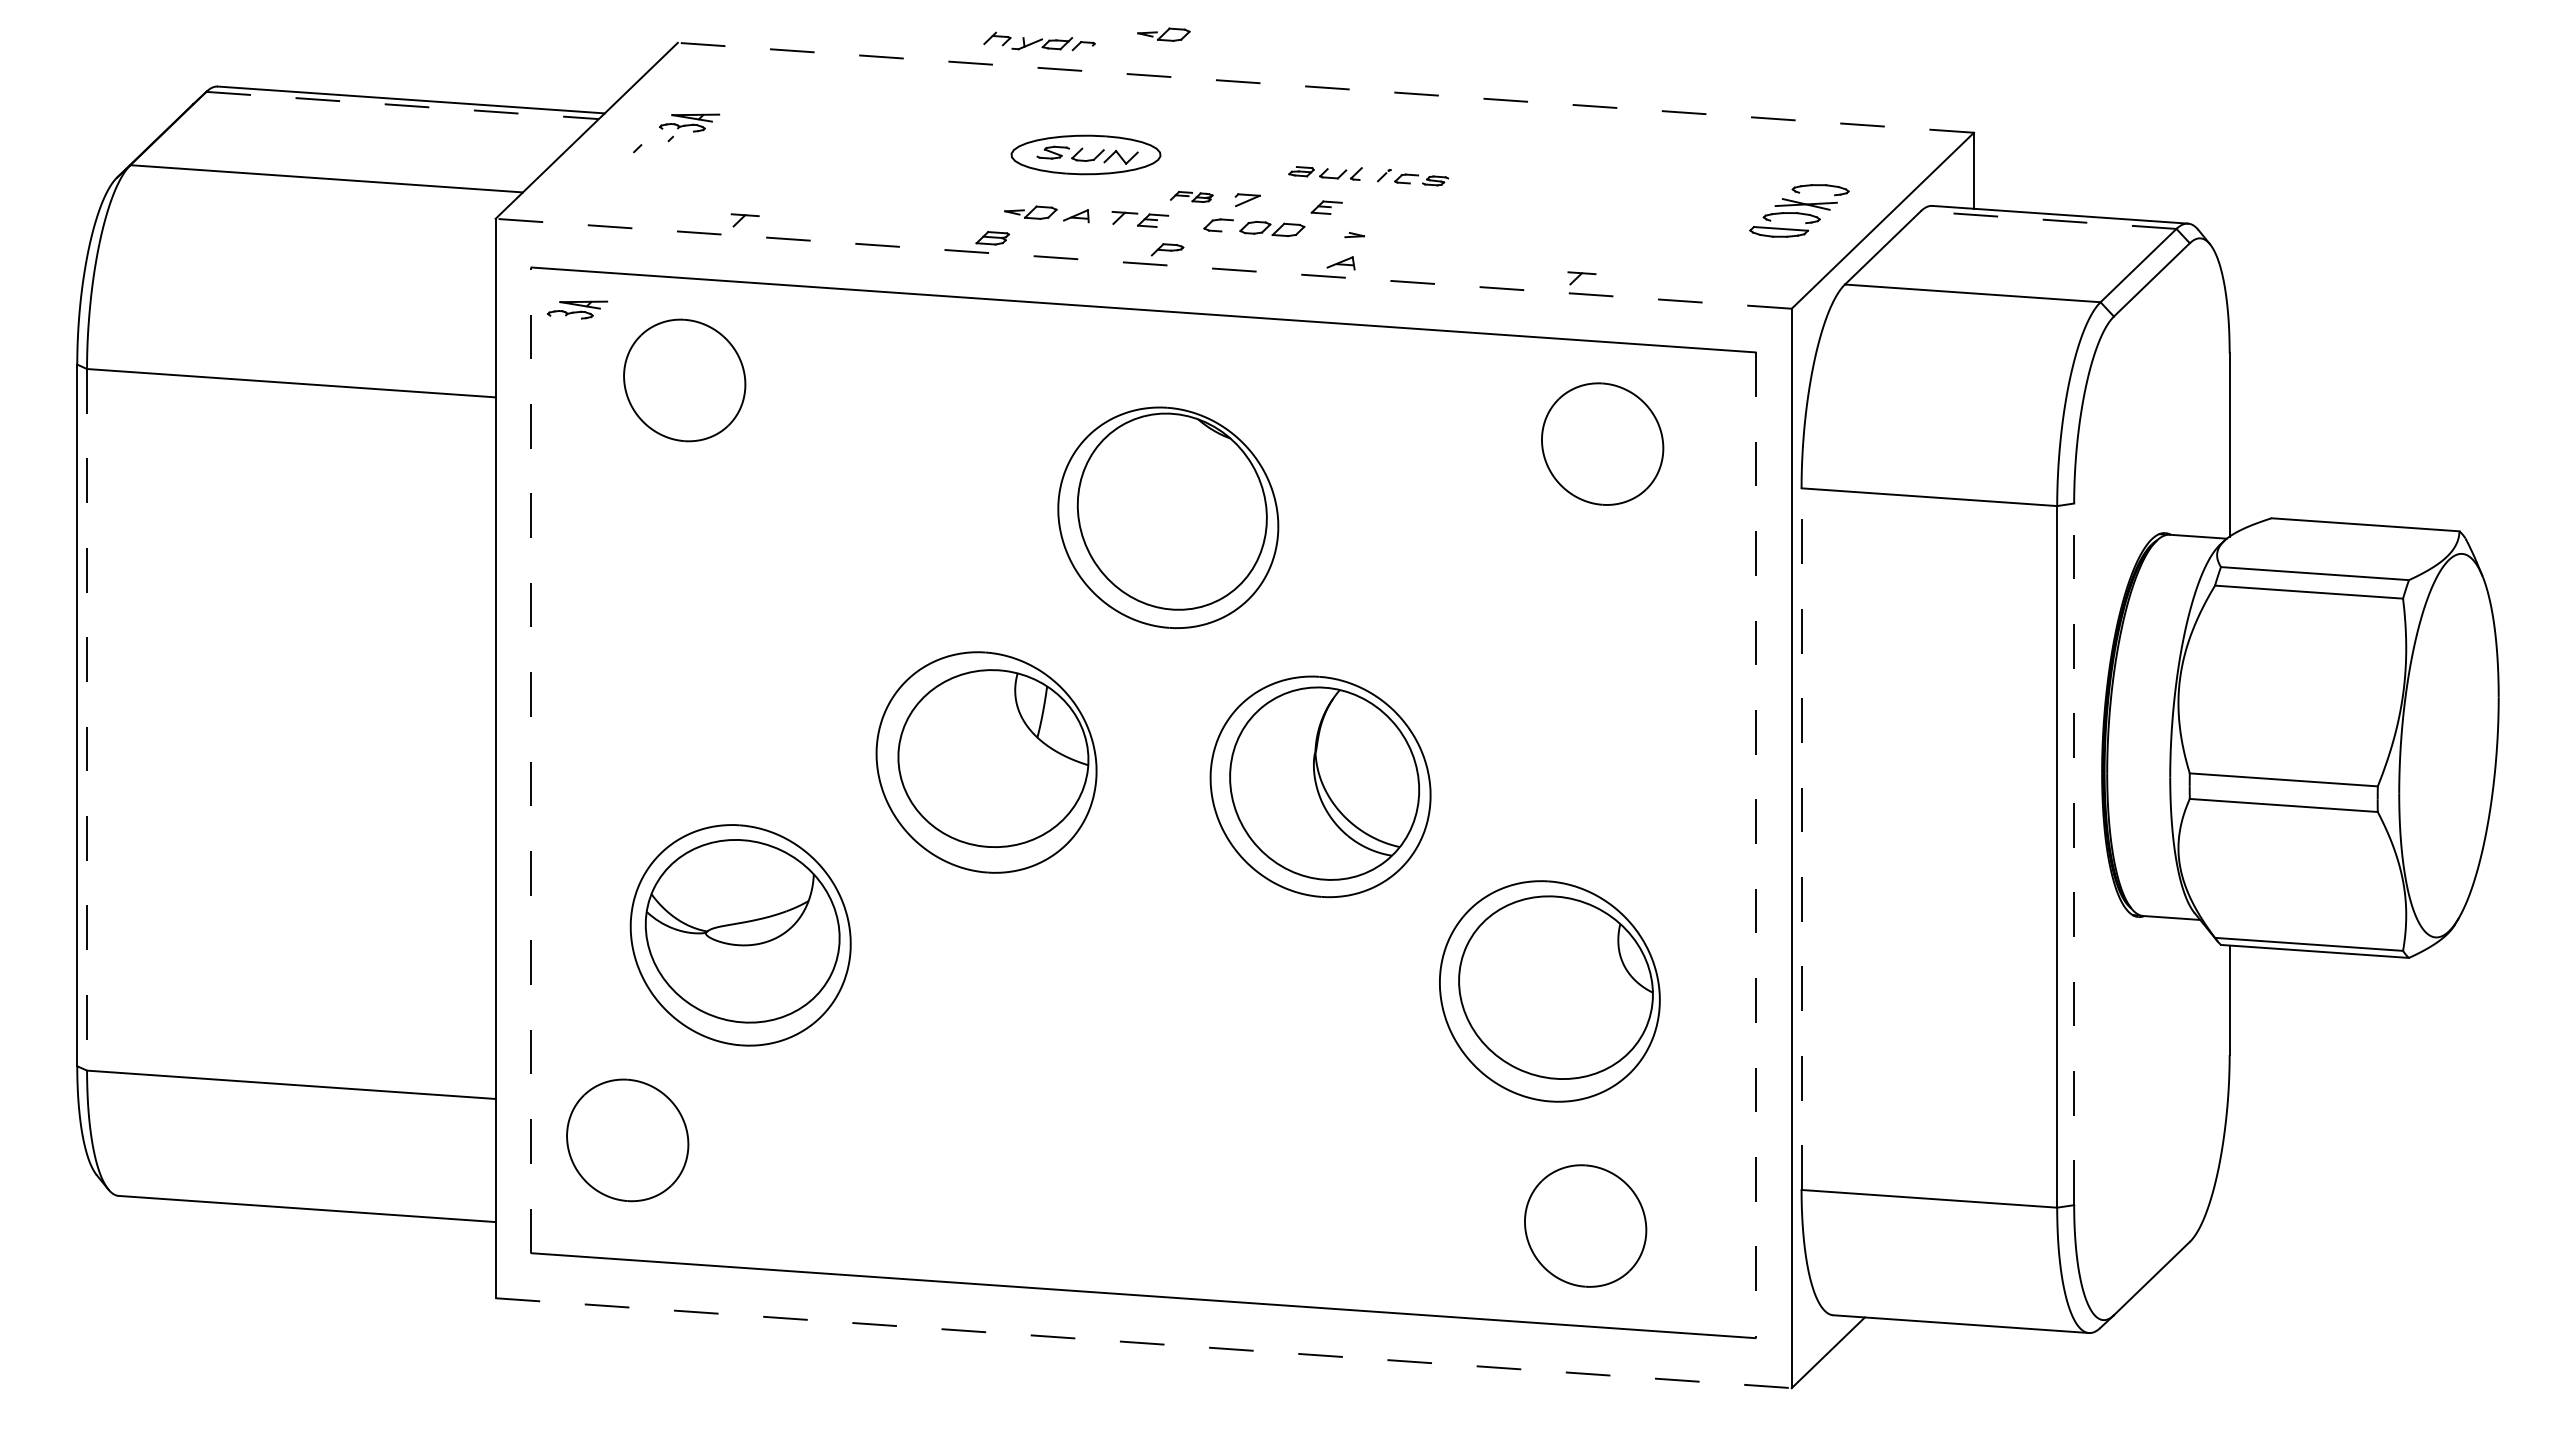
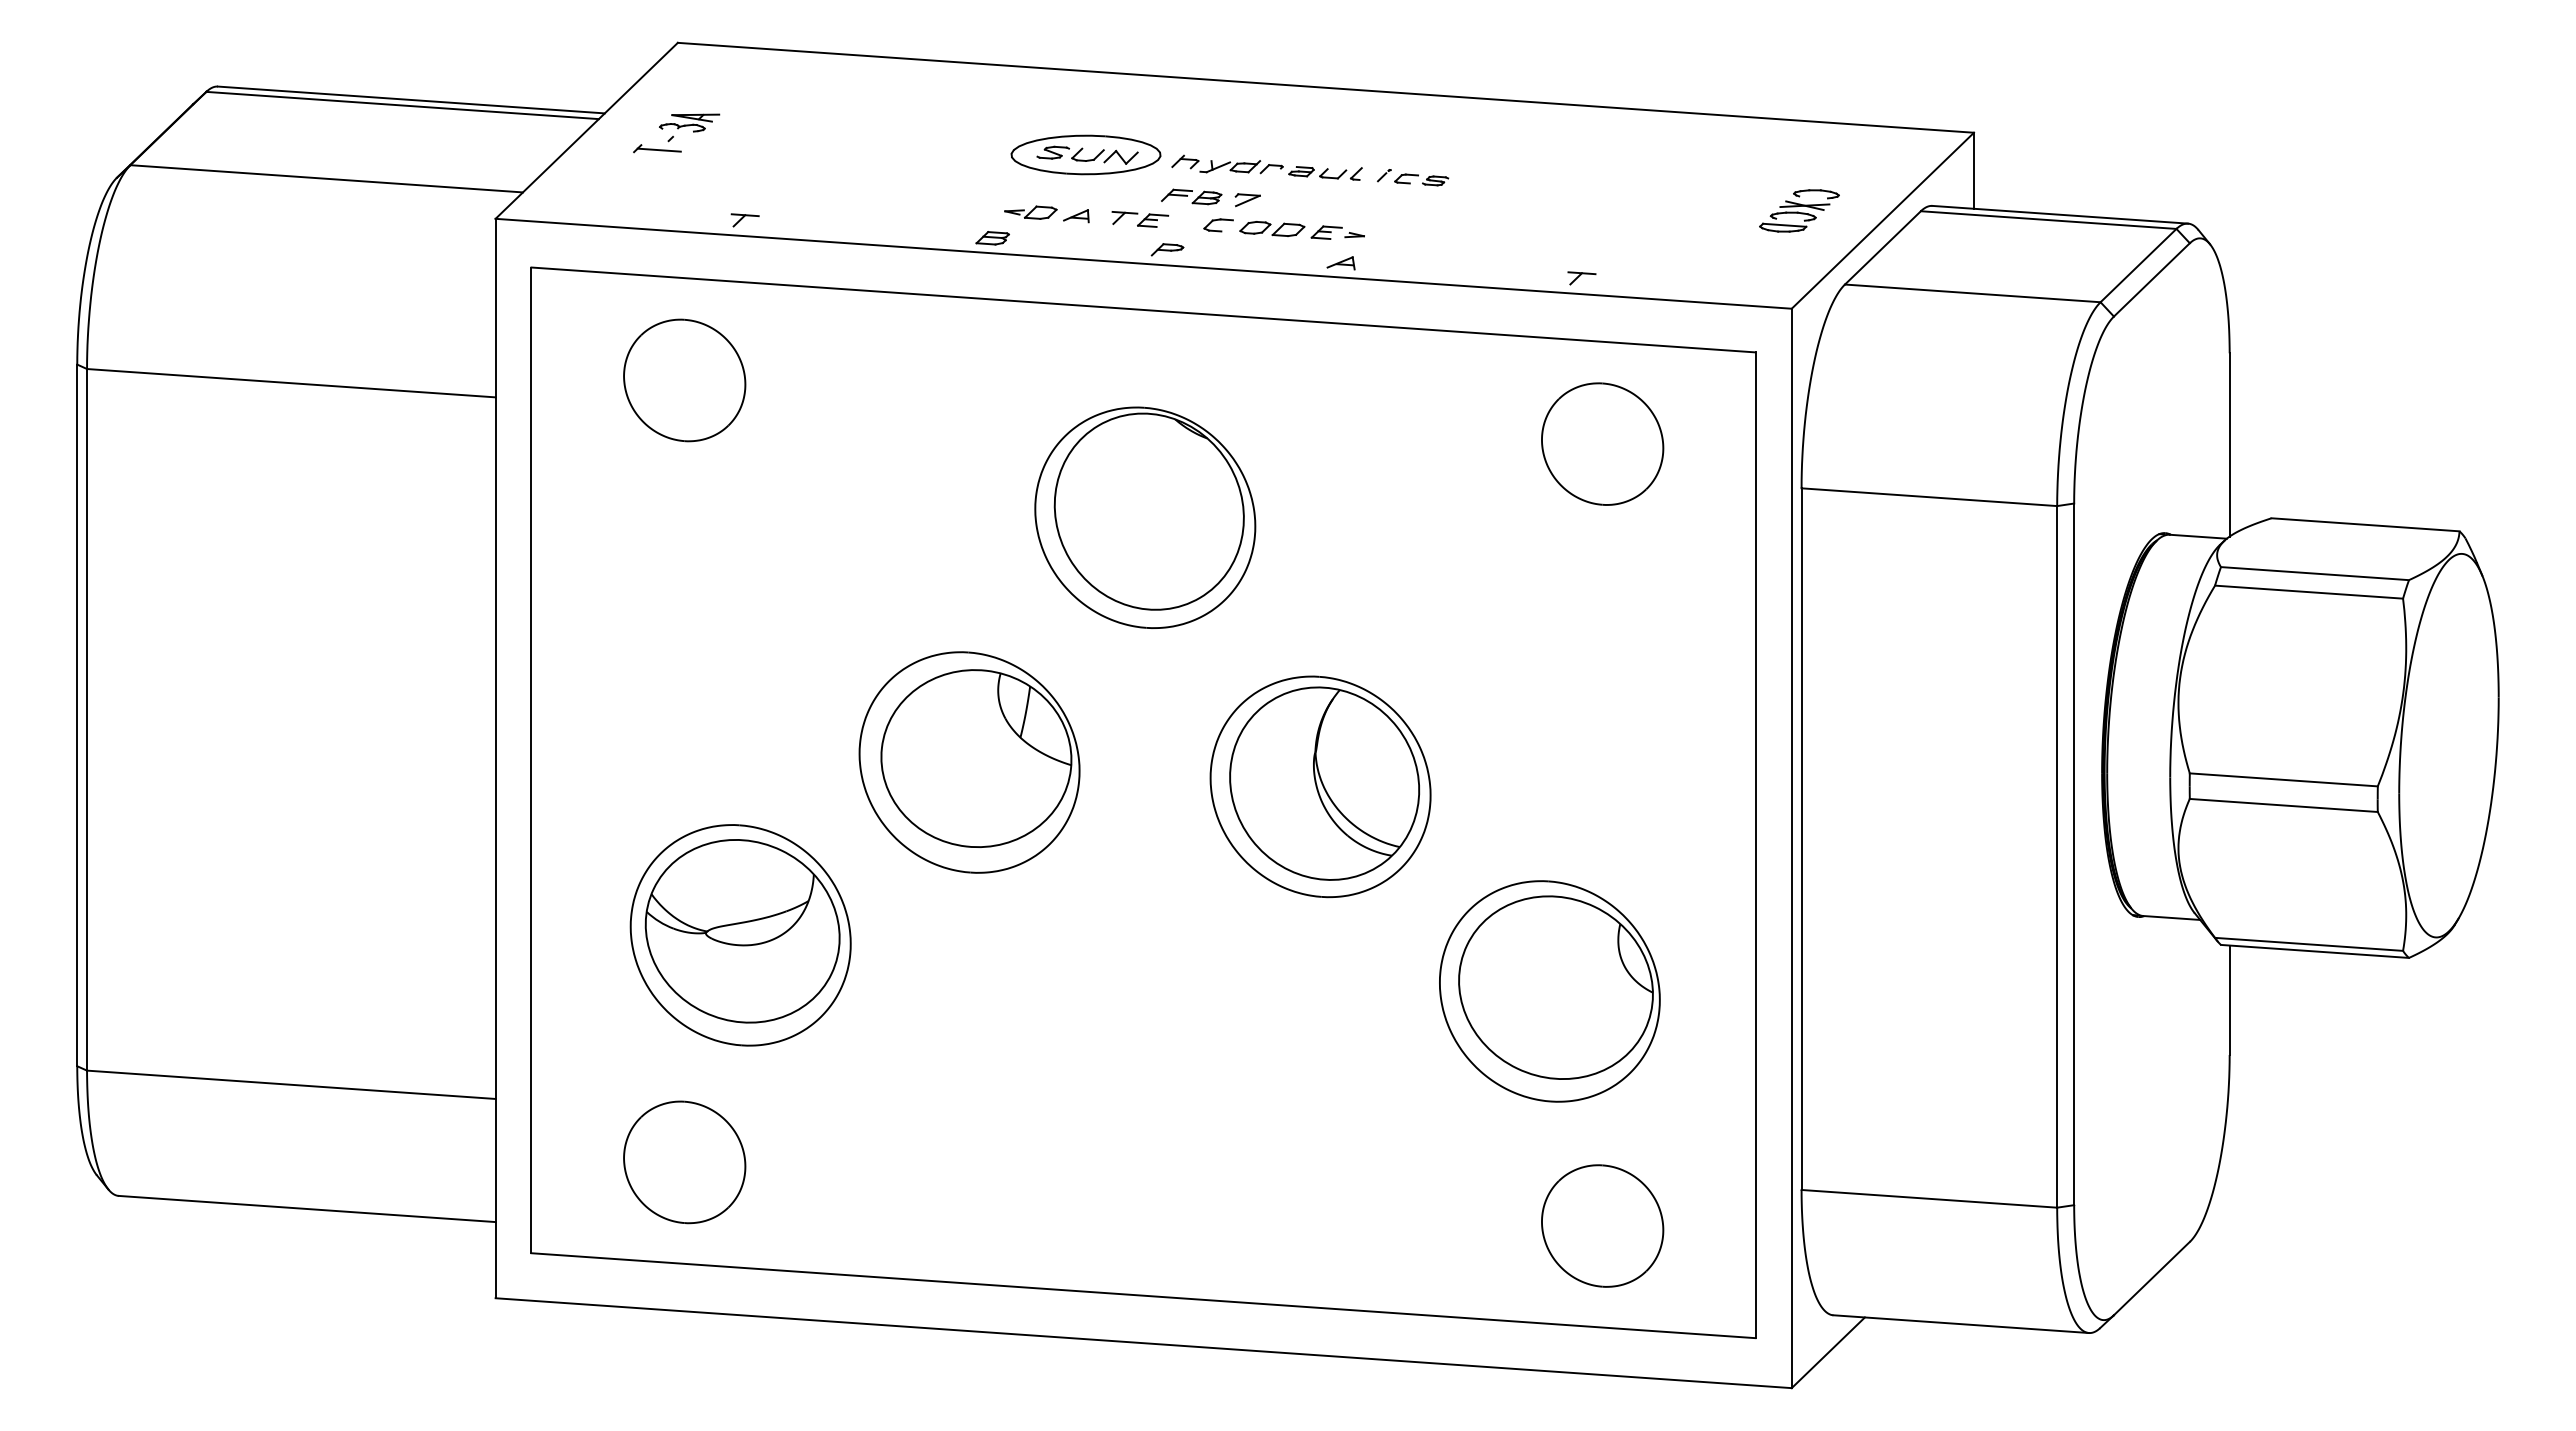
part at (1163, 34): present -> none
part at (1039, 41) position: (1039, 41) -> (1227, 164)
line at (1325, 87): dashed -> solid
line at (402, 105): dashed -> solid
line at (658, 149): none -> present
part at (1191, 196) size: 44x12 px -> 62x18 px
part at (1326, 207) position: (1326, 207) -> (1326, 232)
part at (1799, 210) size: 101x54 px -> 81x44 px
line at (2048, 220): dashed -> solid
line at (1143, 263): dashed -> solid
part at (577, 309): present -> none
part at (1168, 517) position: (1168, 517) -> (1145, 517)
line at (87, 719): dashed -> solid
line at (531, 760): dashed -> solid
part at (986, 762) position: (986, 762) -> (969, 762)
line at (1801, 839): dashed -> solid
line at (1755, 845): dashed -> solid
line at (2074, 854): dashed -> solid
part at (627, 1140) position: (627, 1140) -> (684, 1162)
part at (1585, 1225) position: (1585, 1225) -> (1602, 1225)
line at (1143, 1343): dashed -> solid
